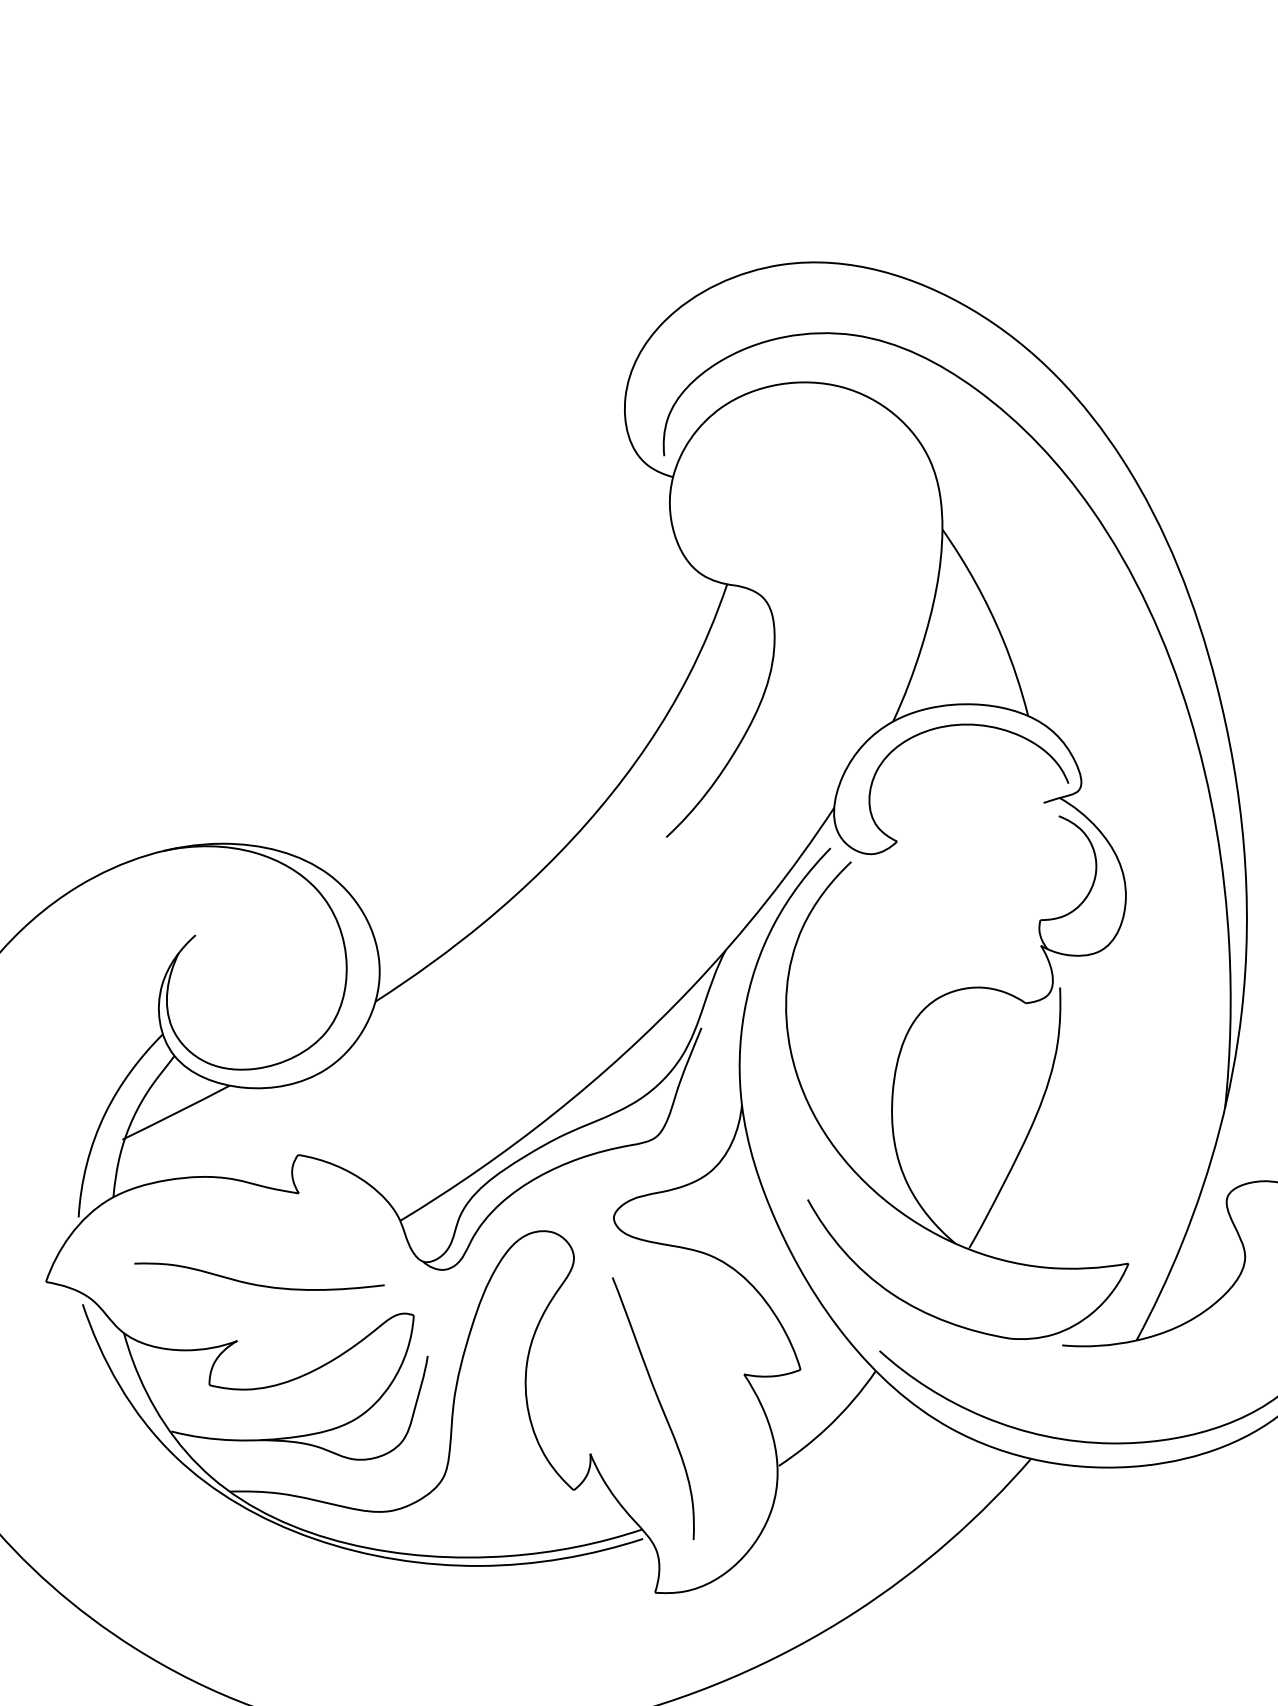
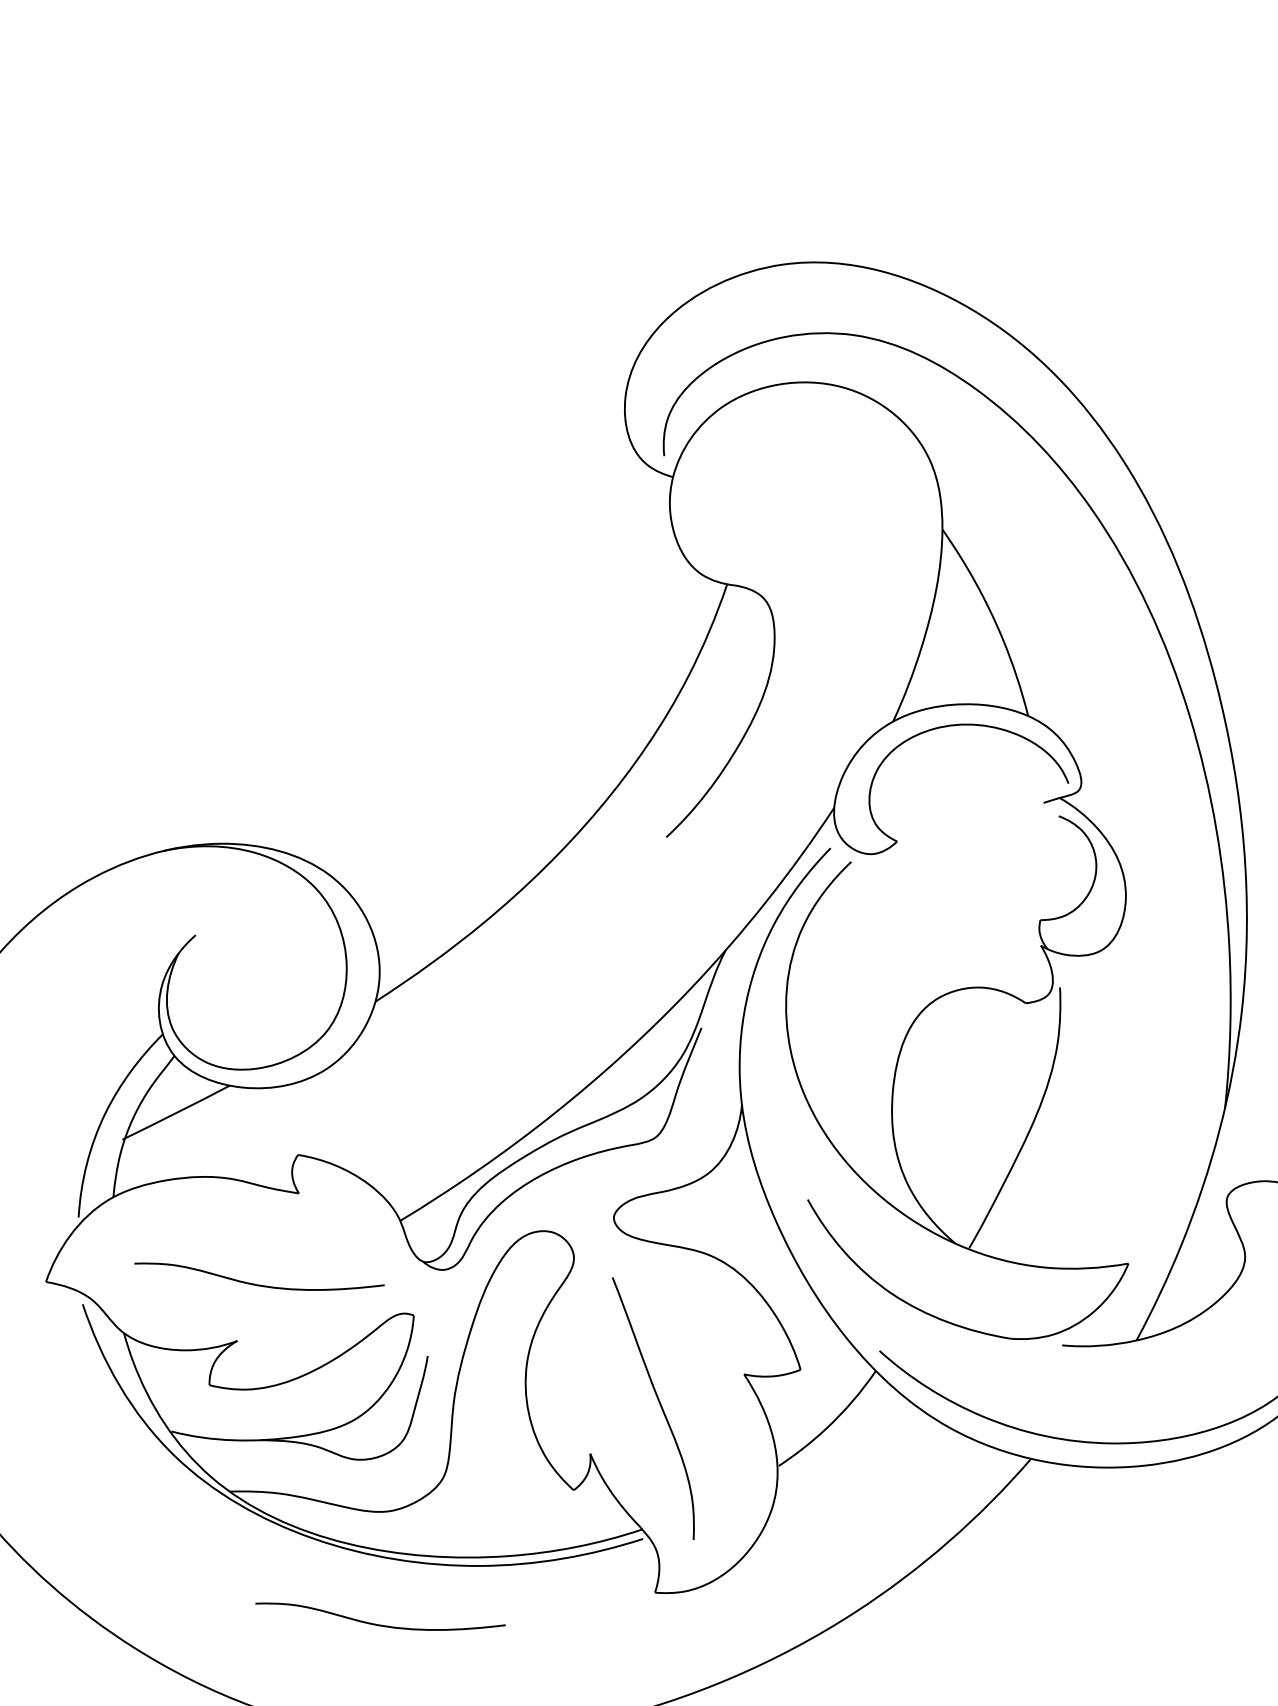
curve at (380, 1624): none -> present
